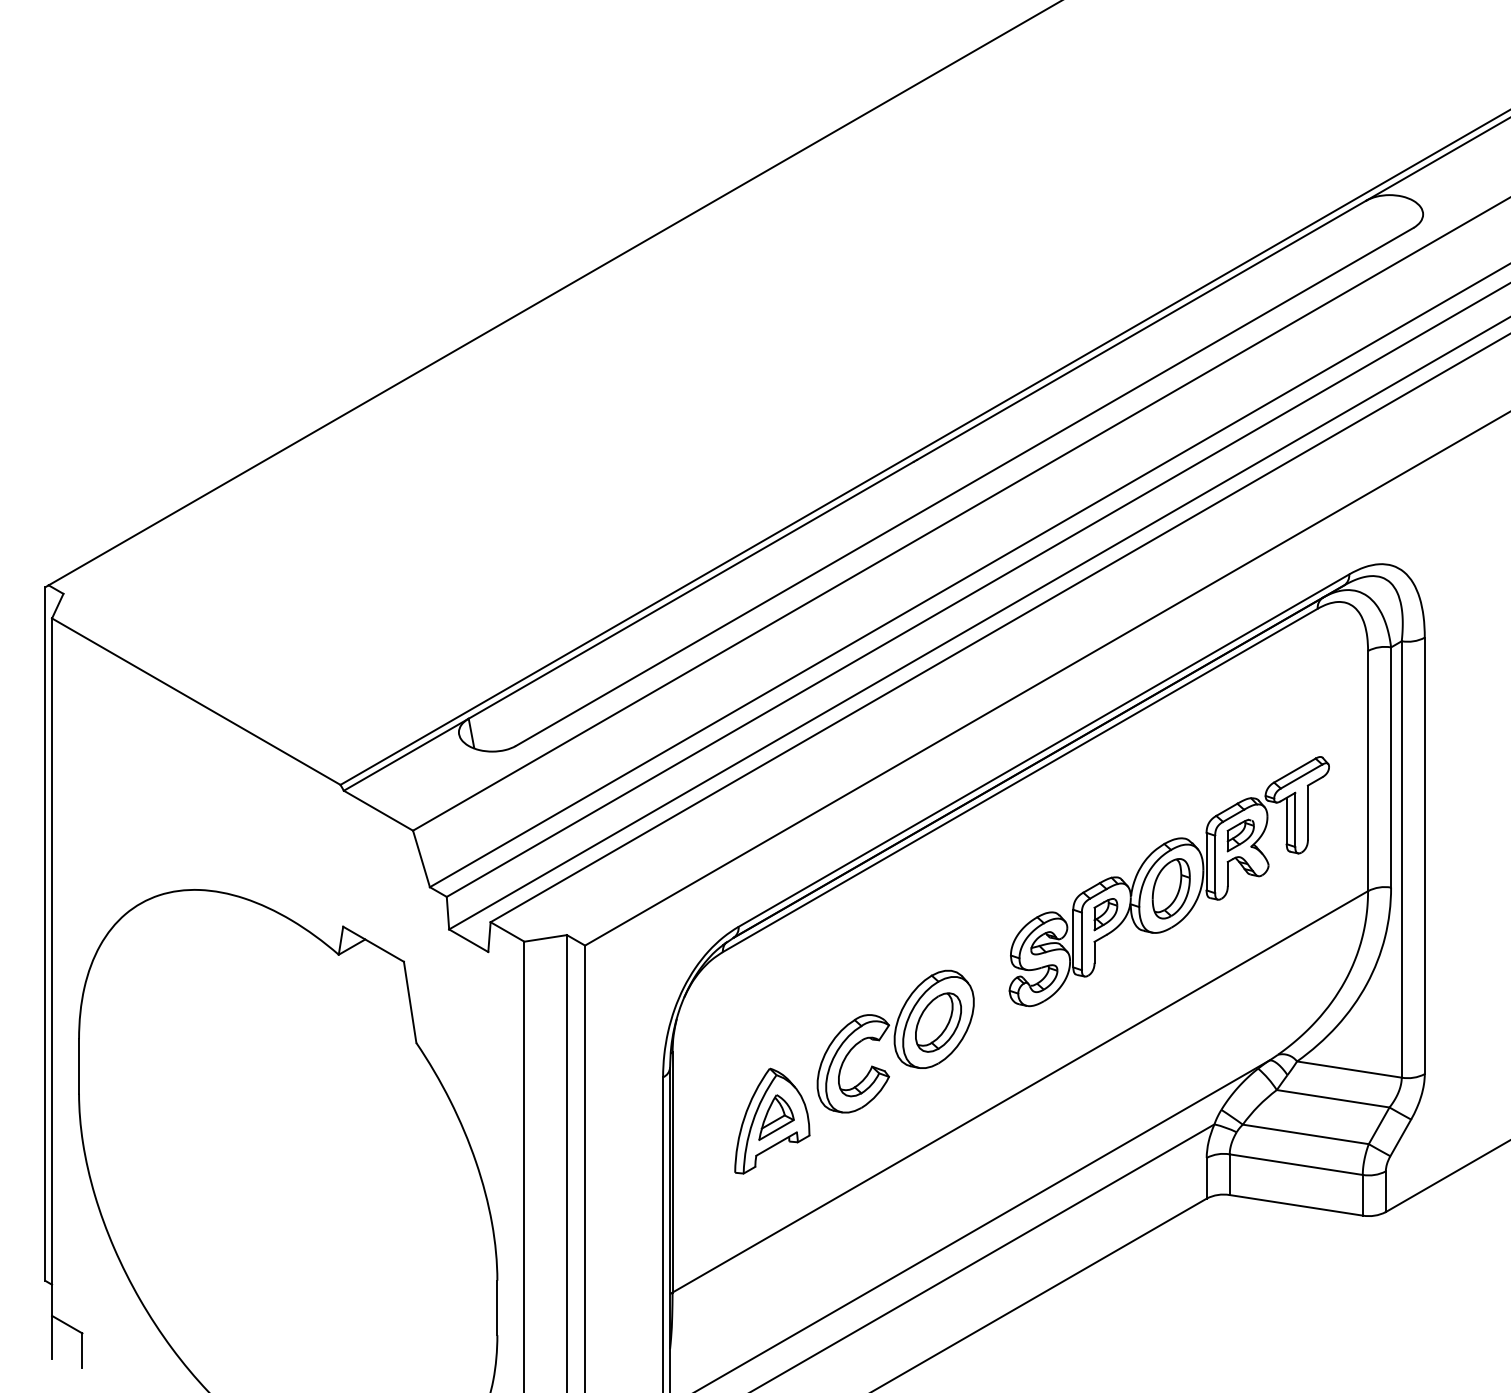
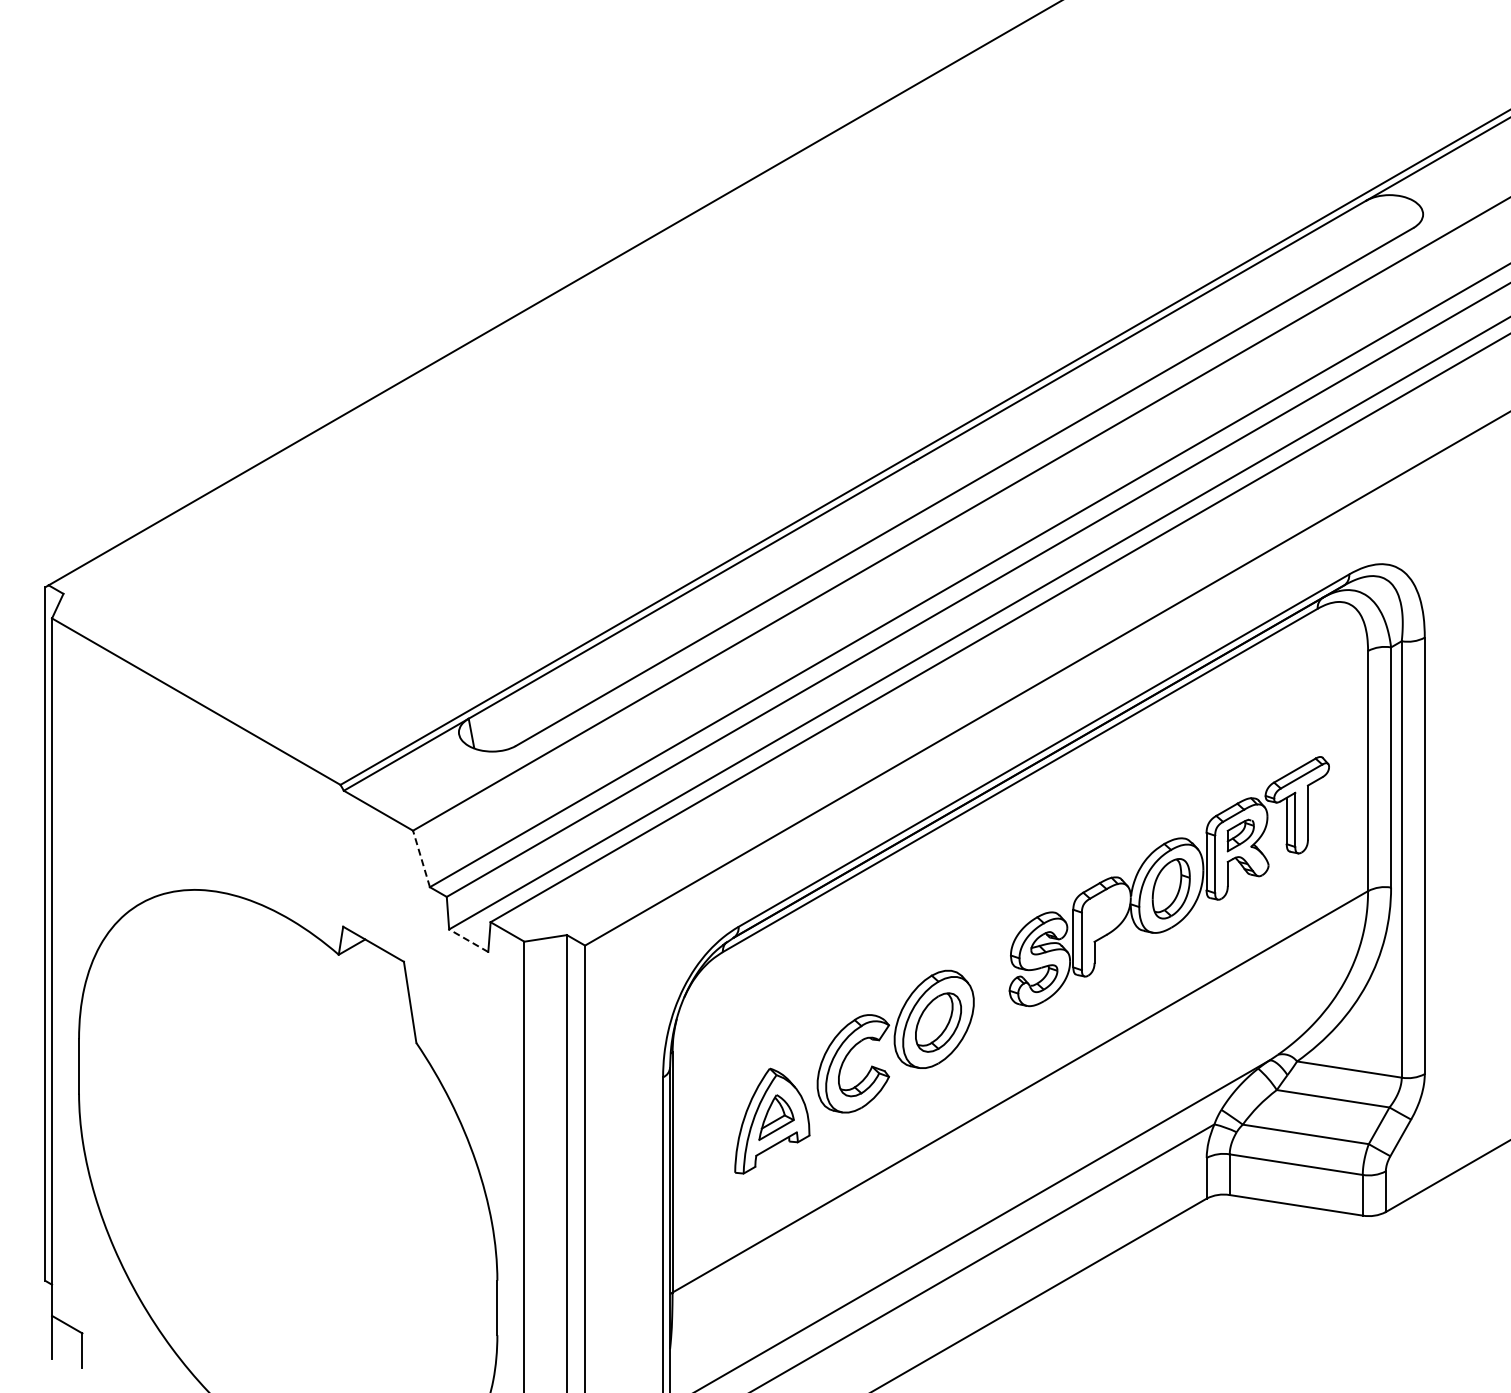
line at (421, 858): solid -> dashed
part at (1105, 914): present -> none
line at (468, 940): solid -> dashed
